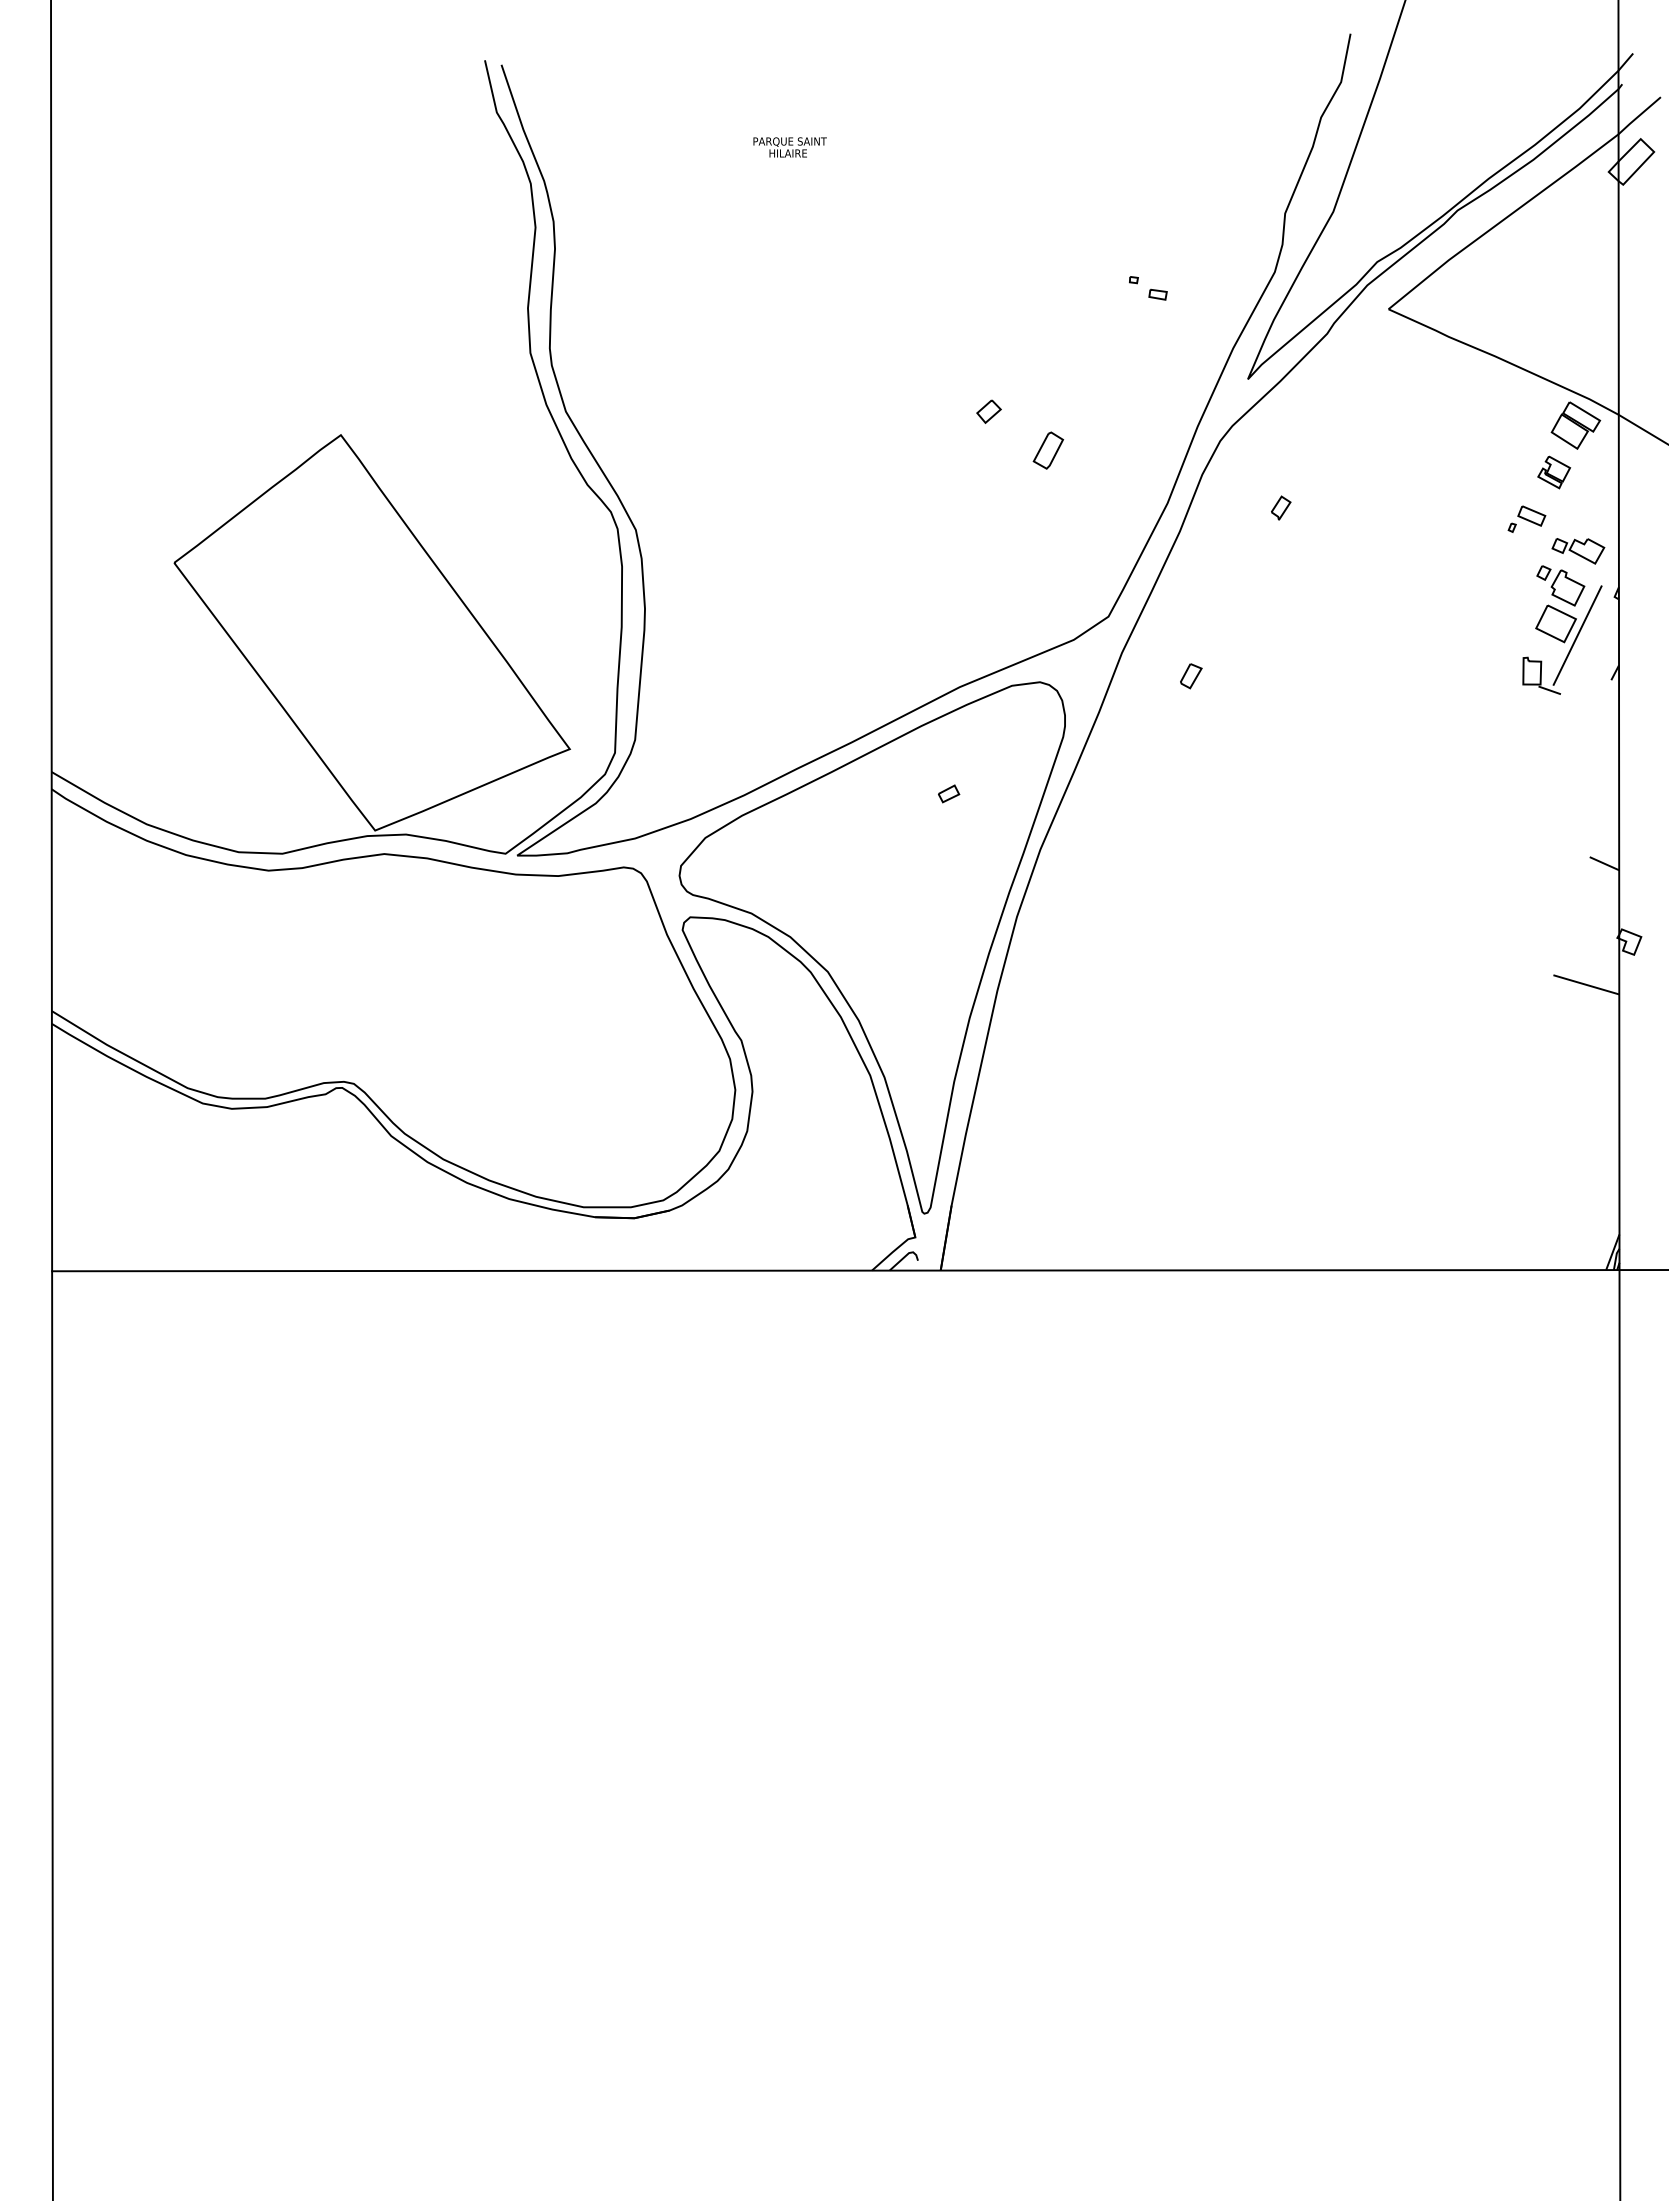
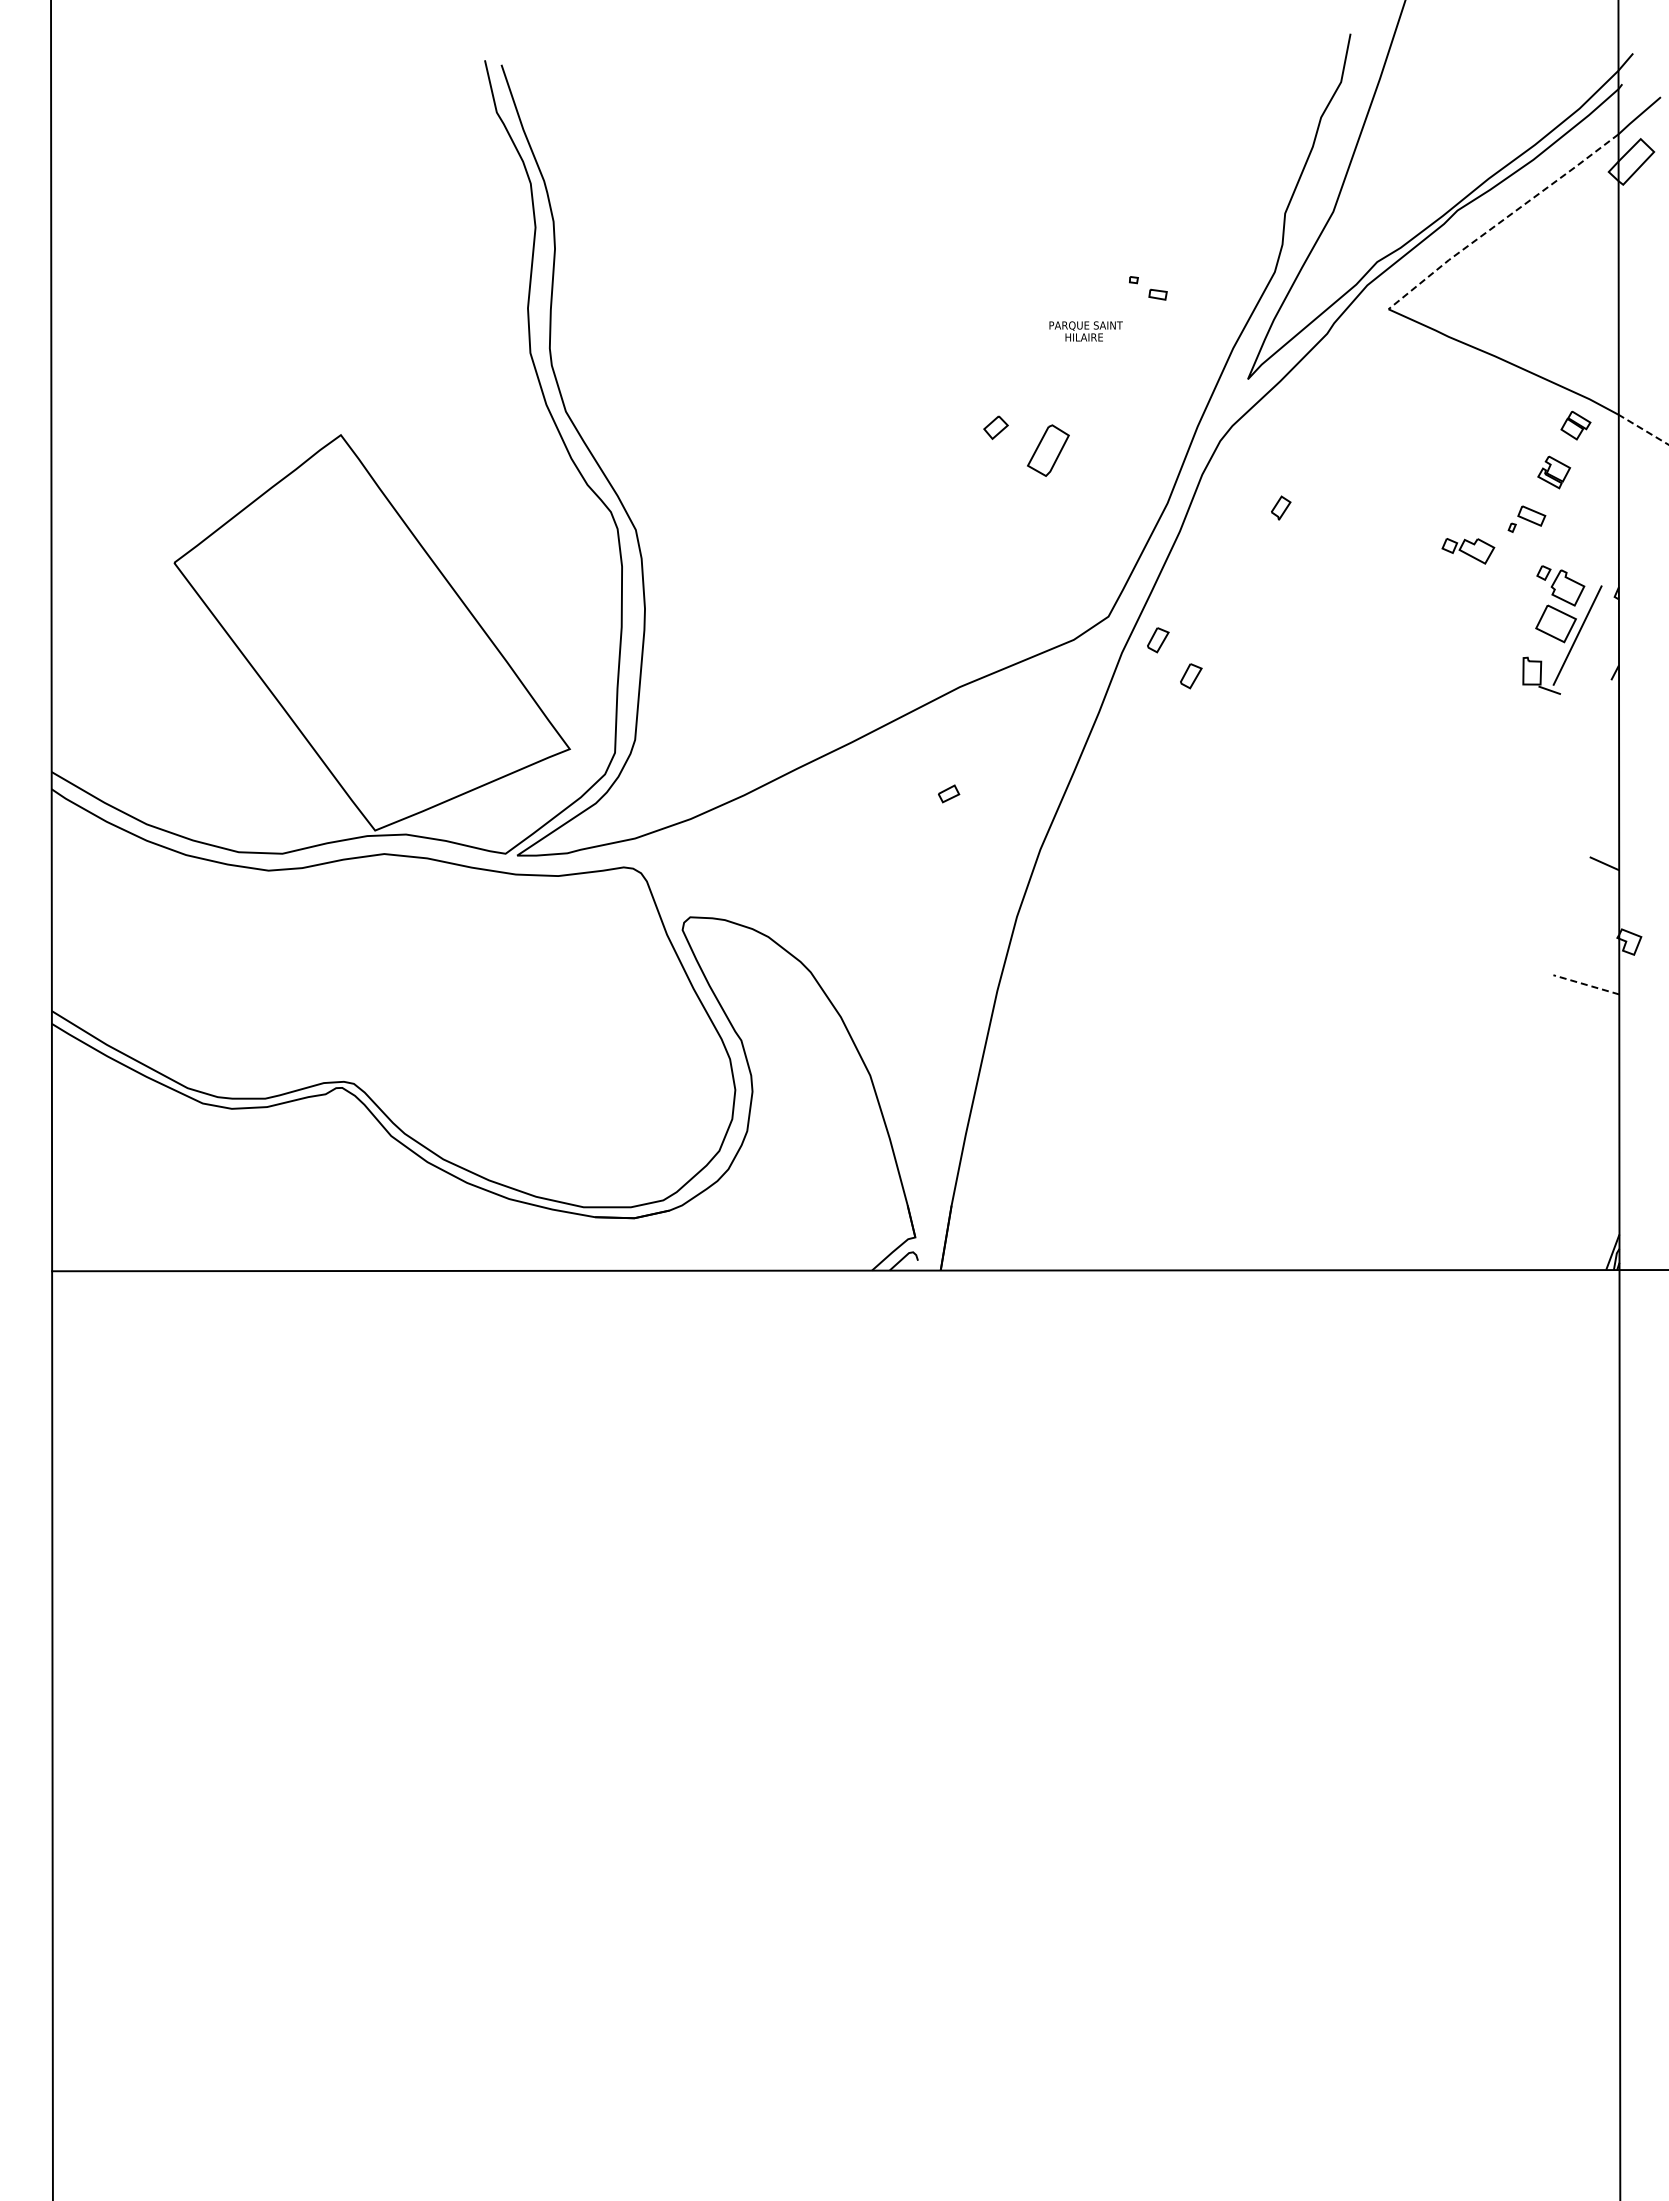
text at (789, 147) position: (789, 147) -> (1085, 331)
line at (1502, 220): solid -> dashed
part at (988, 411) position: (988, 411) -> (995, 427)
part at (1575, 425) size: 52x49 px -> 32x31 px
line at (1643, 429): solid -> dashed
part at (1048, 450) size: 33x39 px -> 43x53 px
part at (1578, 551) position: (1578, 551) -> (1468, 551)
part at (1158, 640): none -> present
part at (871, 947): present -> none
line at (1585, 984): solid -> dashed
